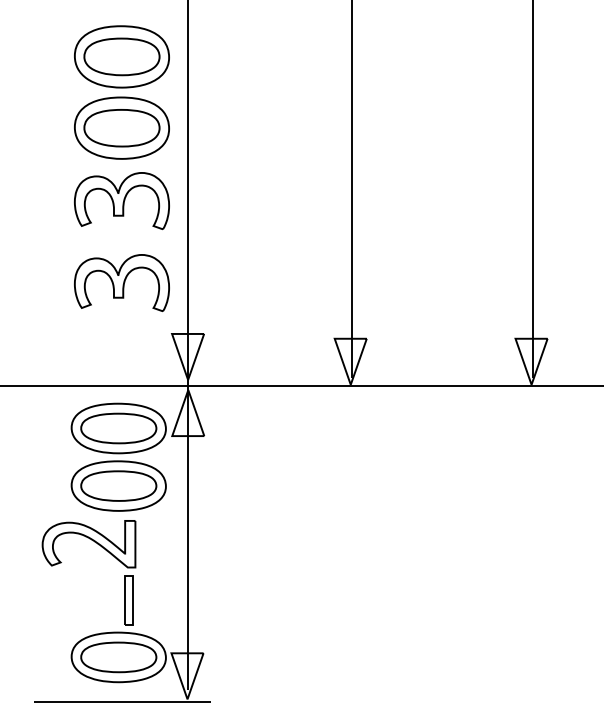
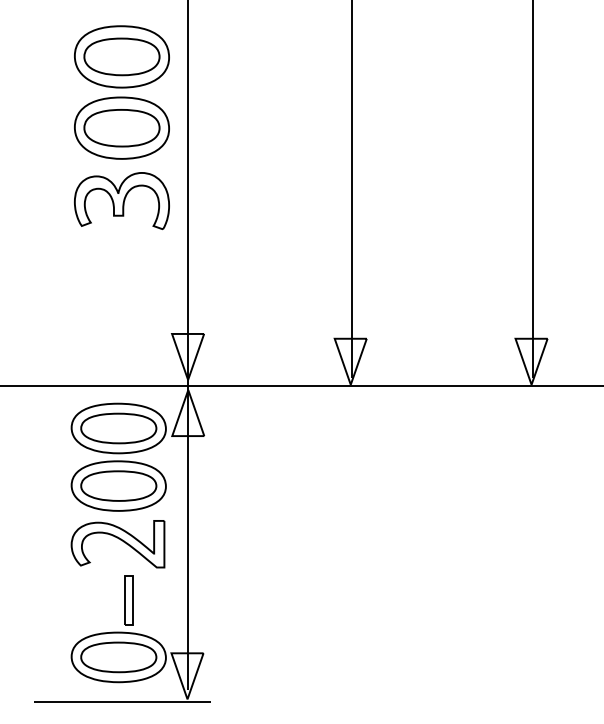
part at (121, 282): present -> none
part at (88, 544) position: (88, 544) -> (117, 544)
